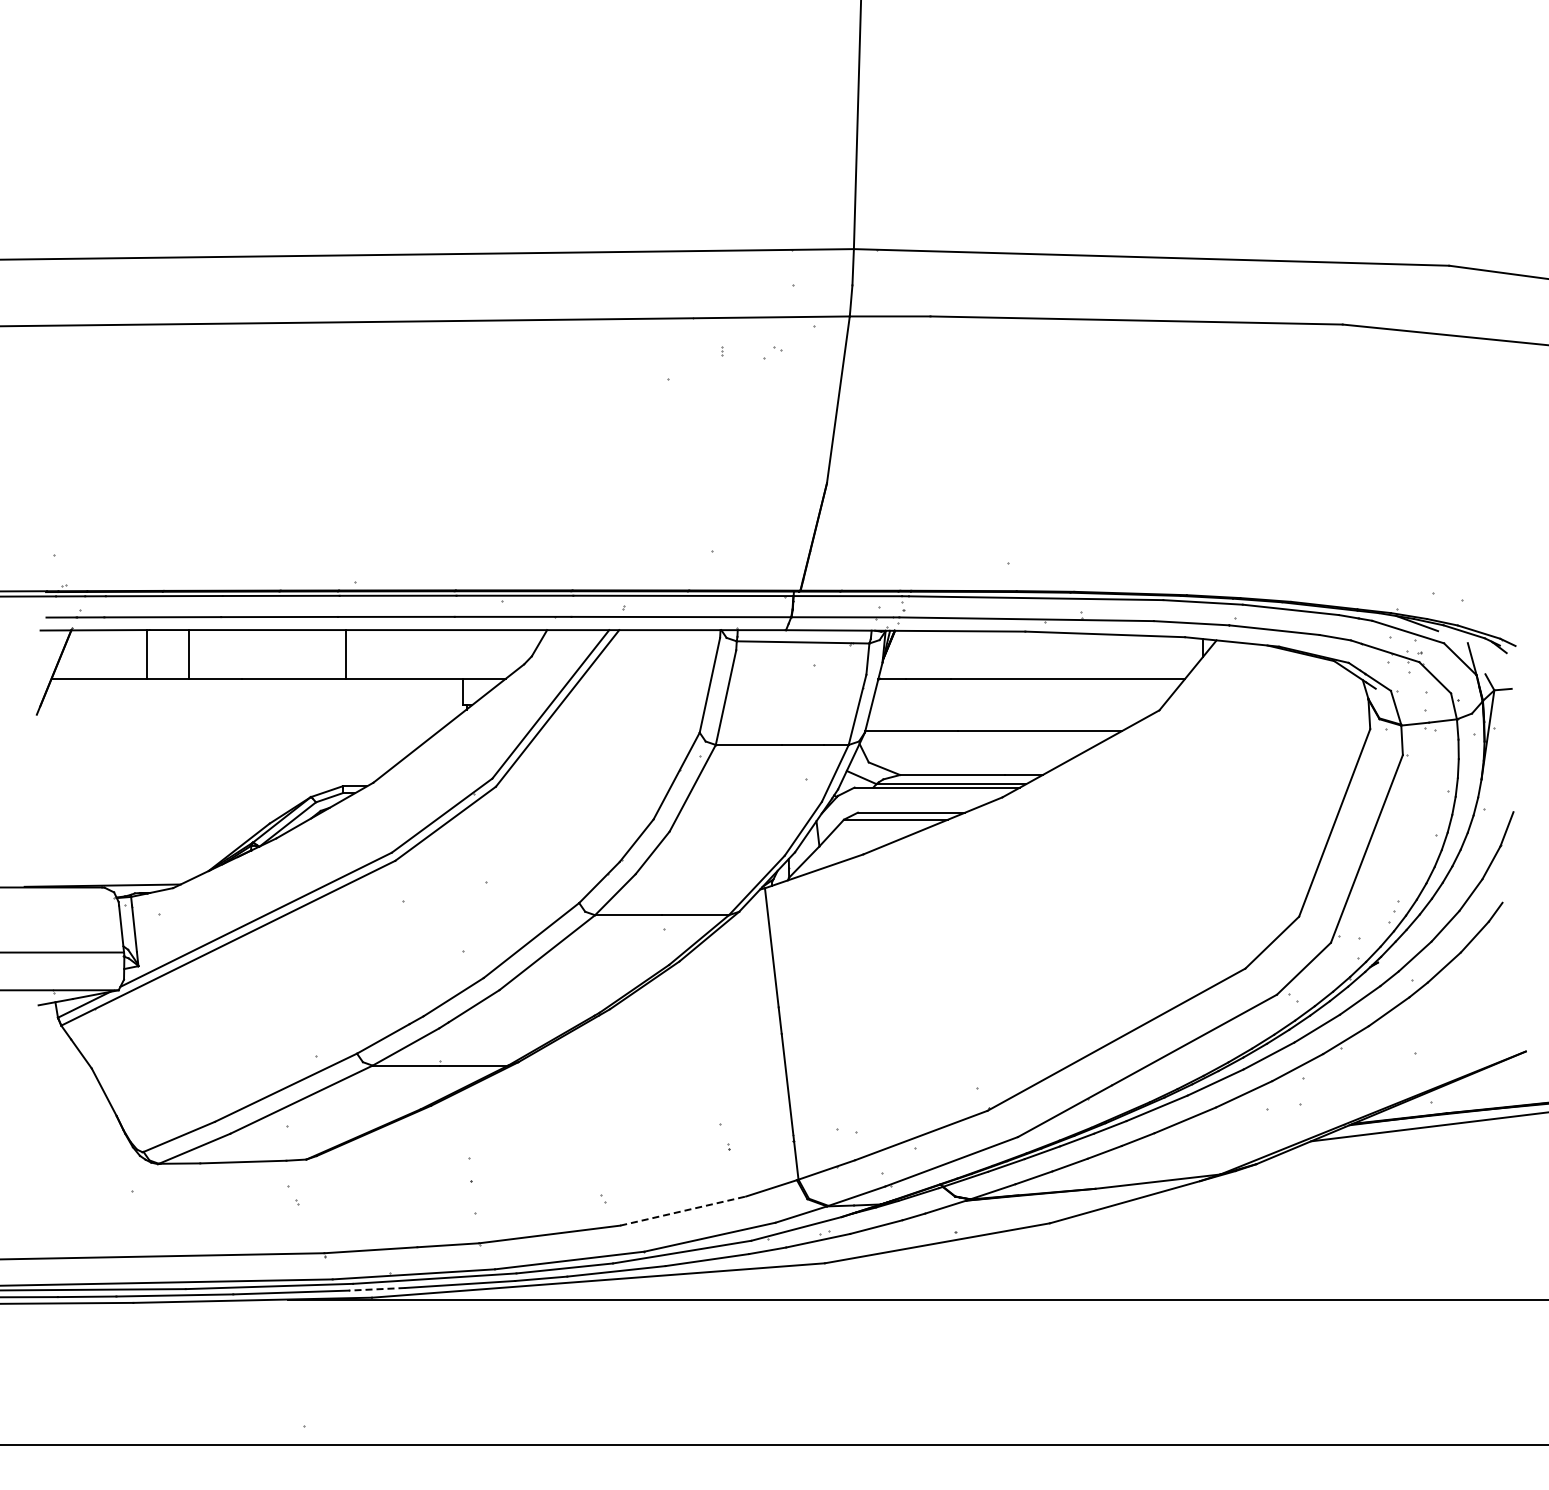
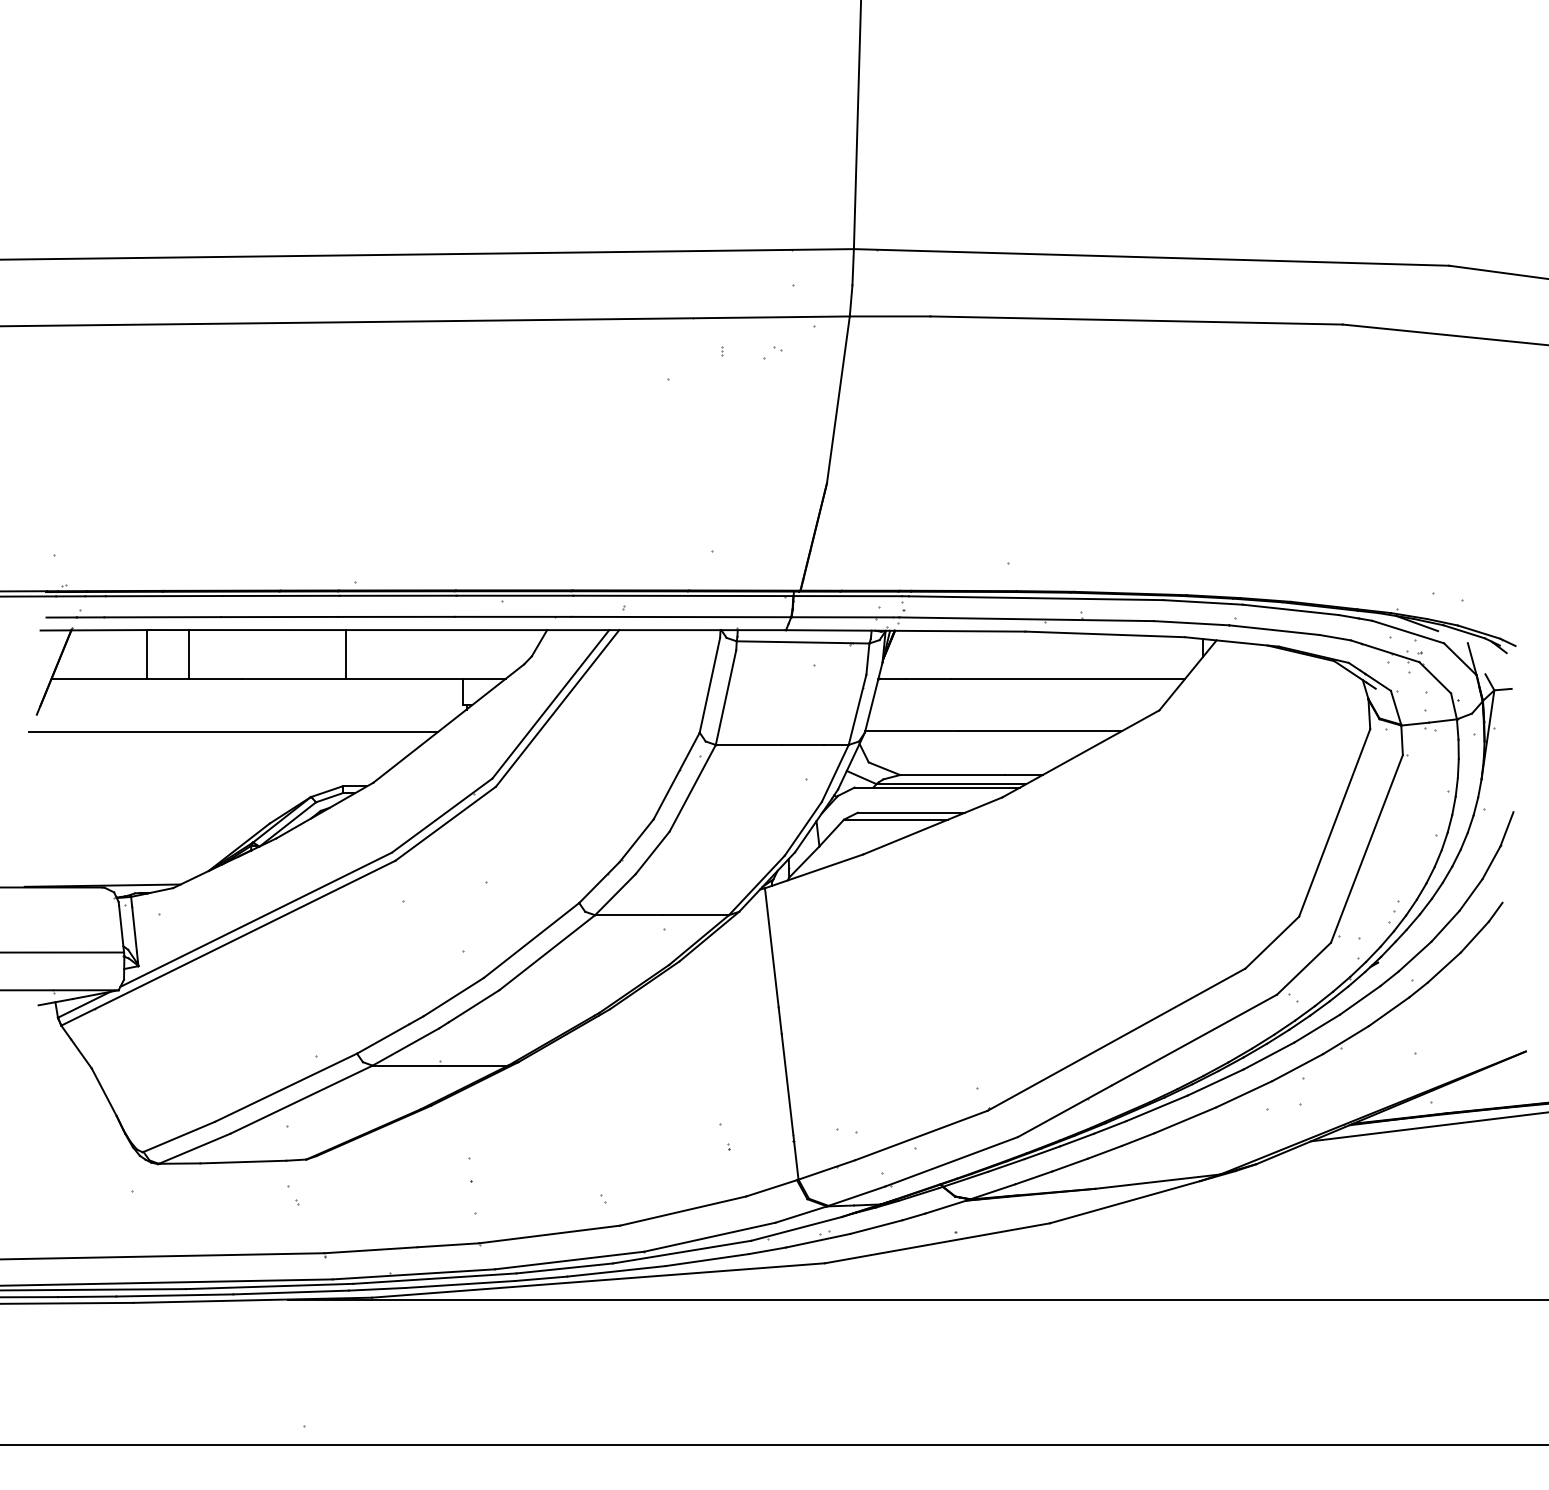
line at (233, 731): none -> present
line at (683, 1211): dashed -> solid
line at (376, 1289): dashed -> solid
